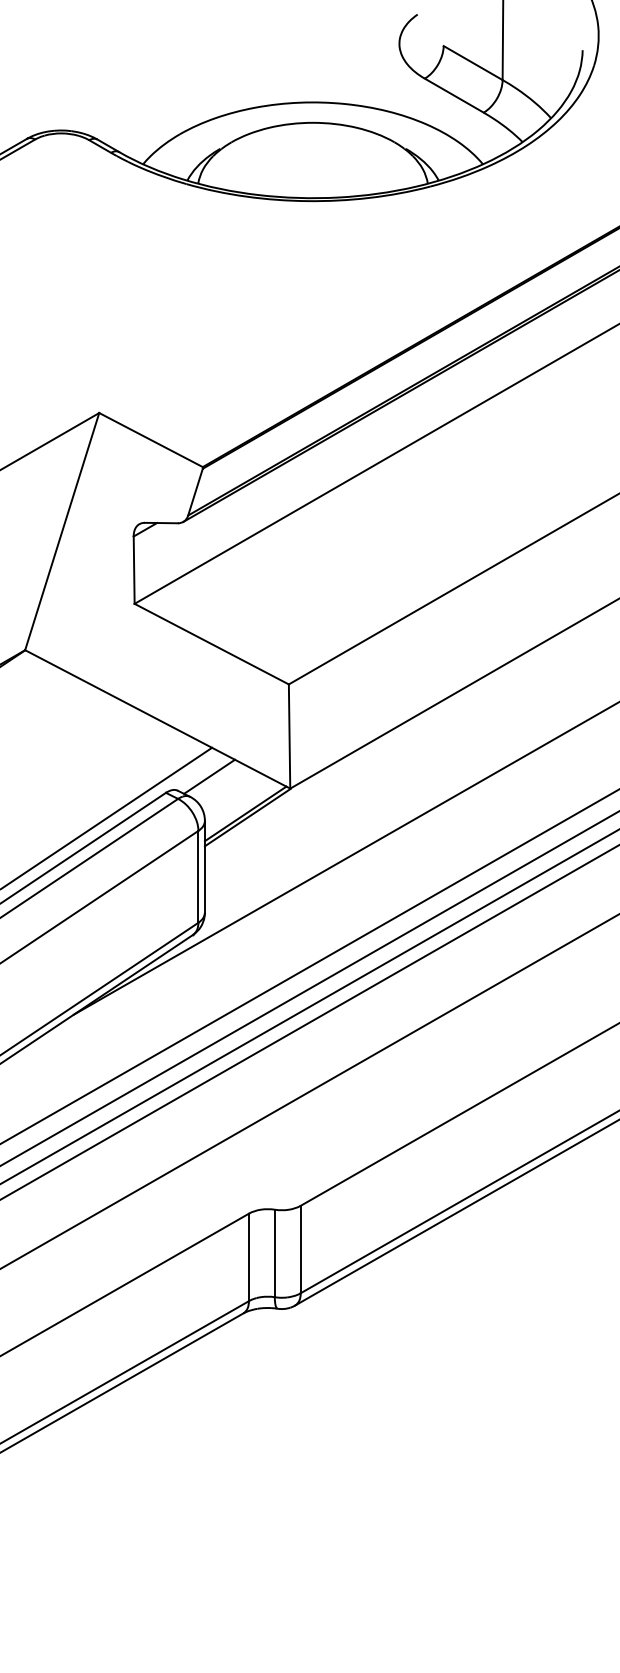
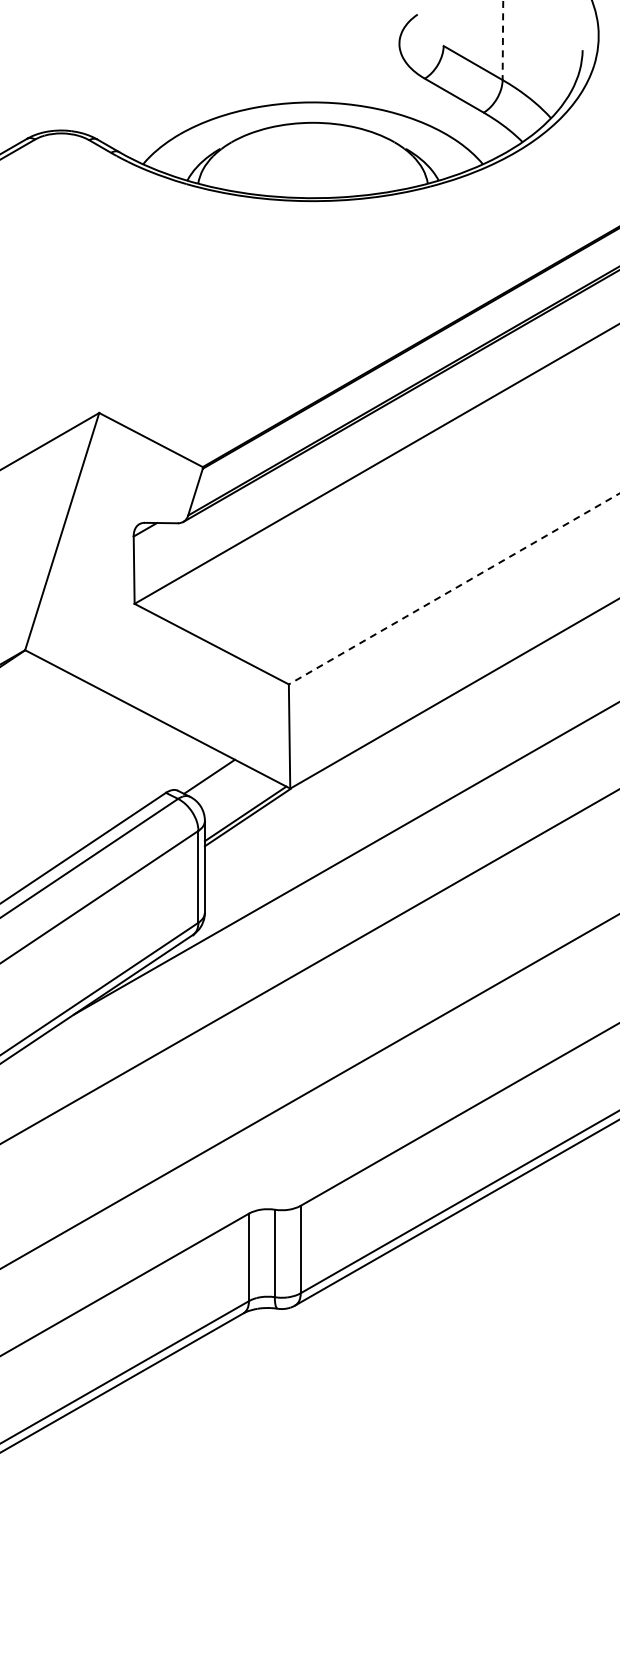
line at (502, 40): solid -> dashed
line at (454, 588): solid -> dashed
line at (107, 817): present -> none
line at (309, 988): present -> none
line at (309, 1007): present -> none
line at (309, 1022): present -> none
